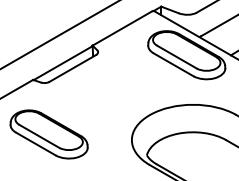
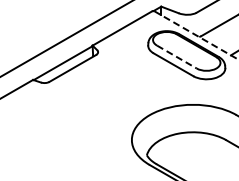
line at (59, 35) position: (59, 35) -> (66, 38)
line at (196, 35): solid -> dashed
line at (176, 57): solid -> dashed
part at (48, 134): present -> none
